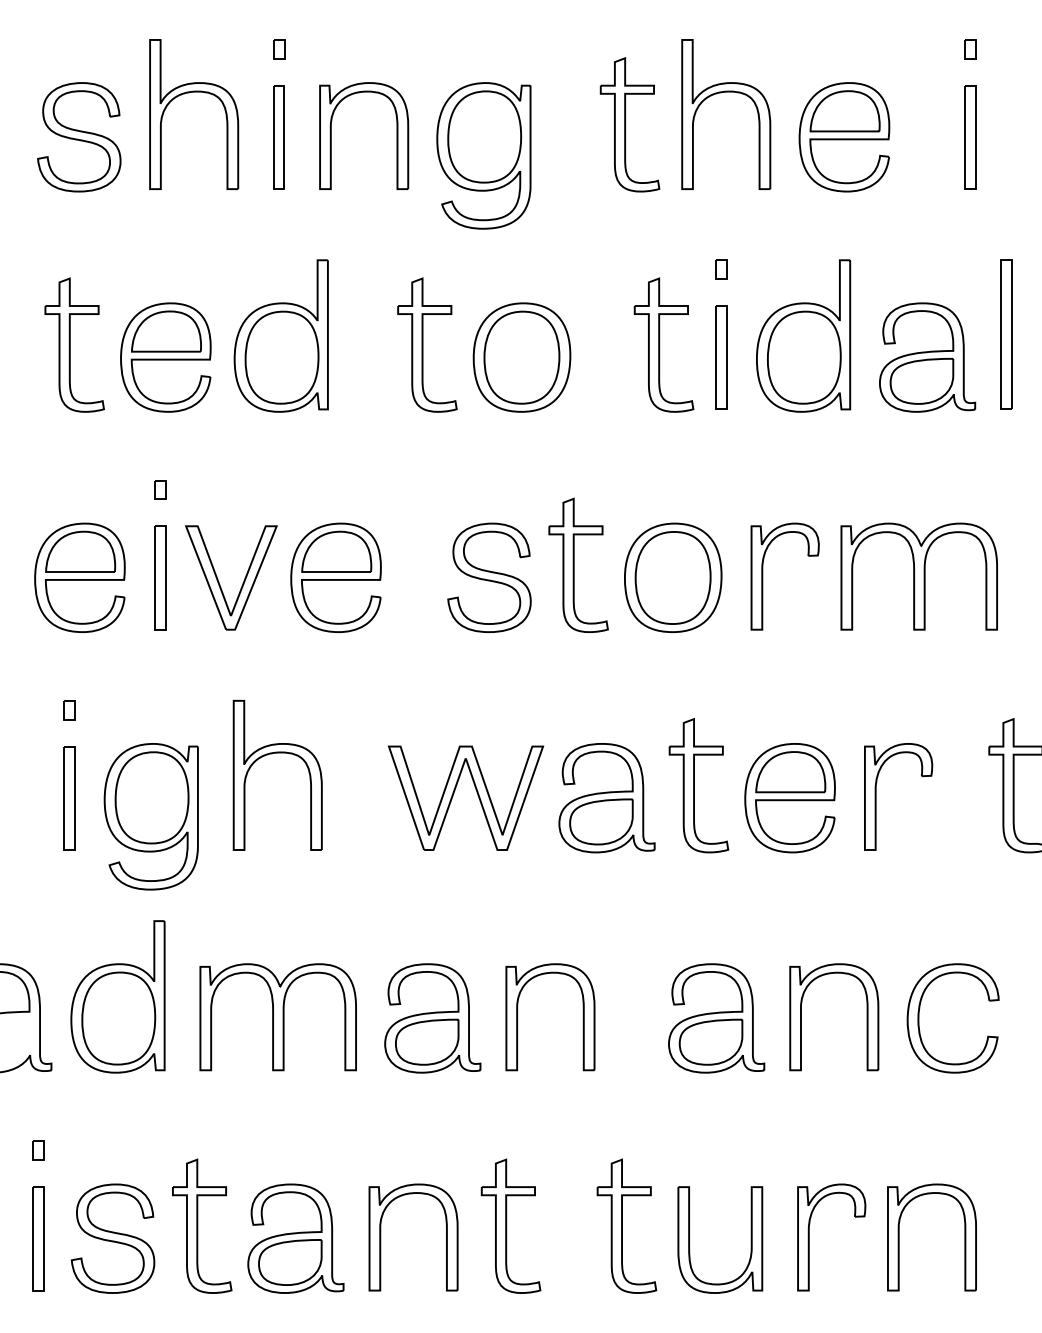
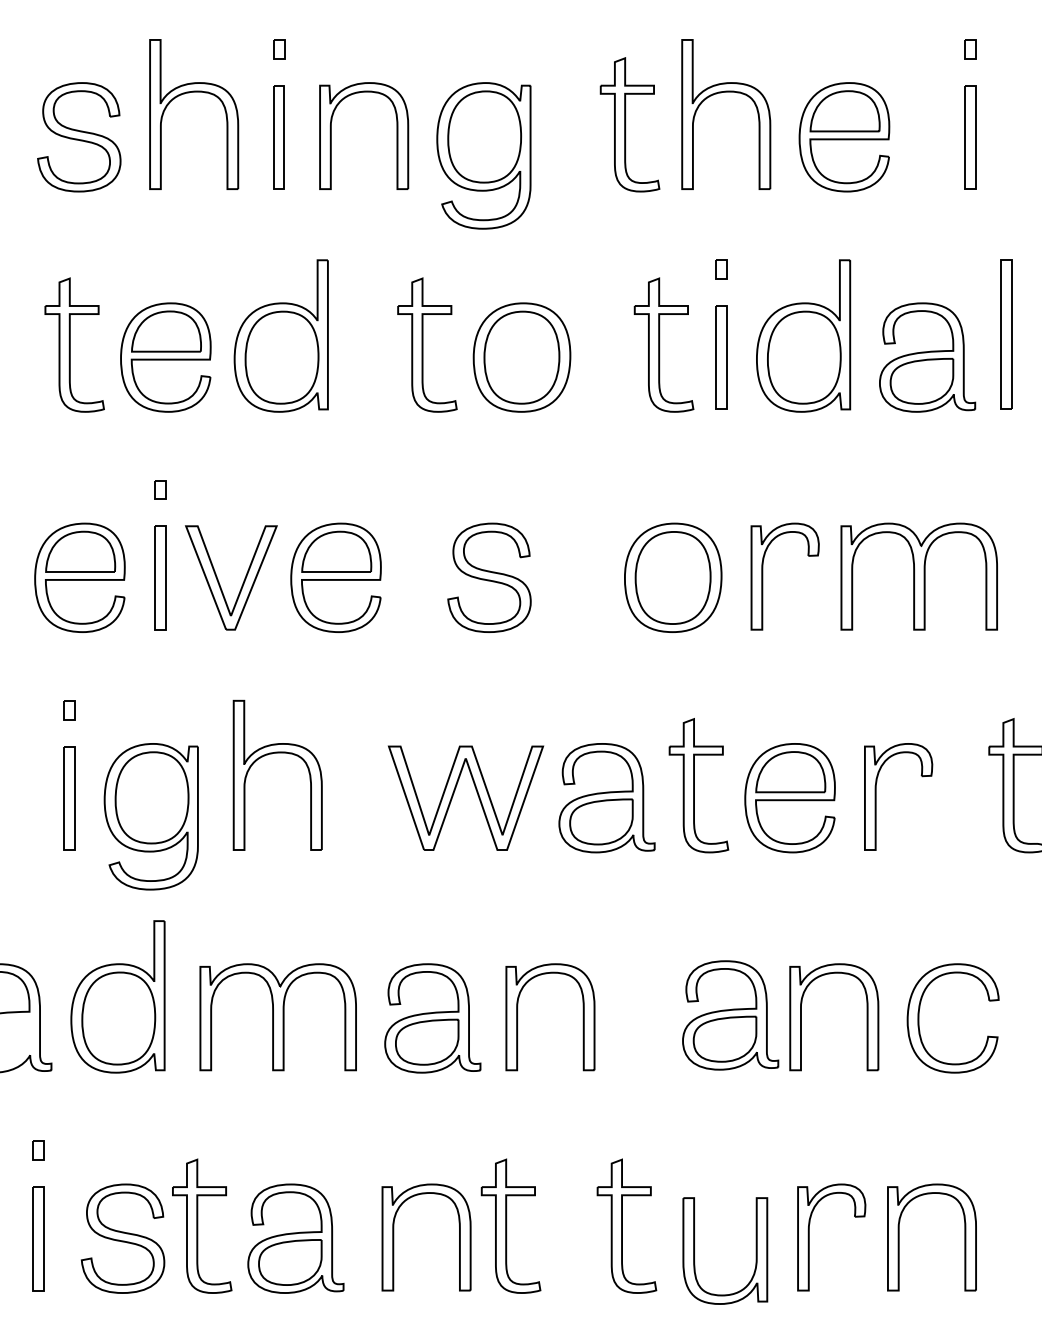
part at (578, 564): present -> none
part at (716, 1018) position: (716, 1018) -> (730, 1015)
part at (381, 1237) position: (381, 1237) -> (394, 1237)
part at (112, 1238) position: (112, 1238) -> (122, 1238)
part at (750, 1239) position: (750, 1239) -> (755, 1250)
